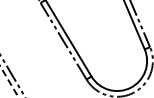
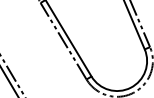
line at (9, 81): dashed -> solid
